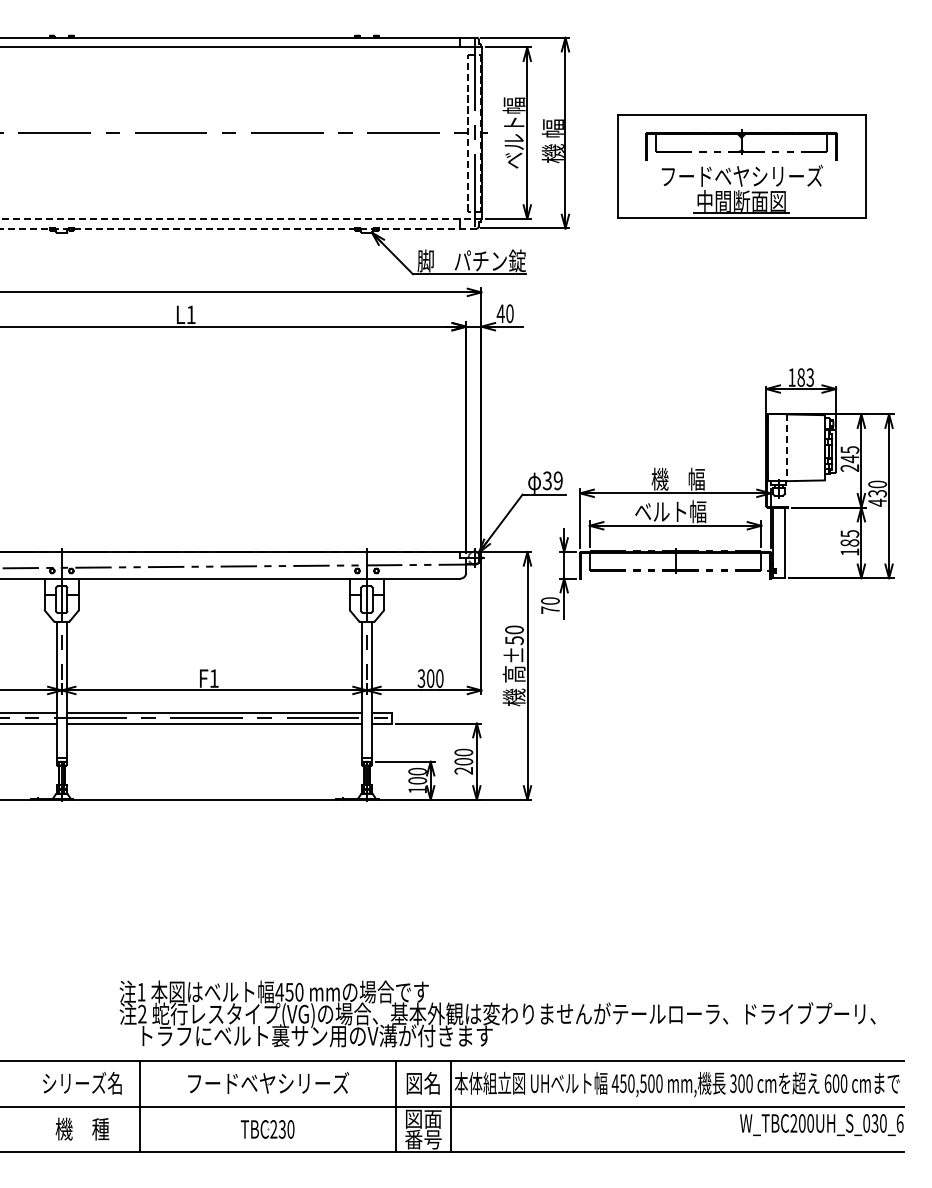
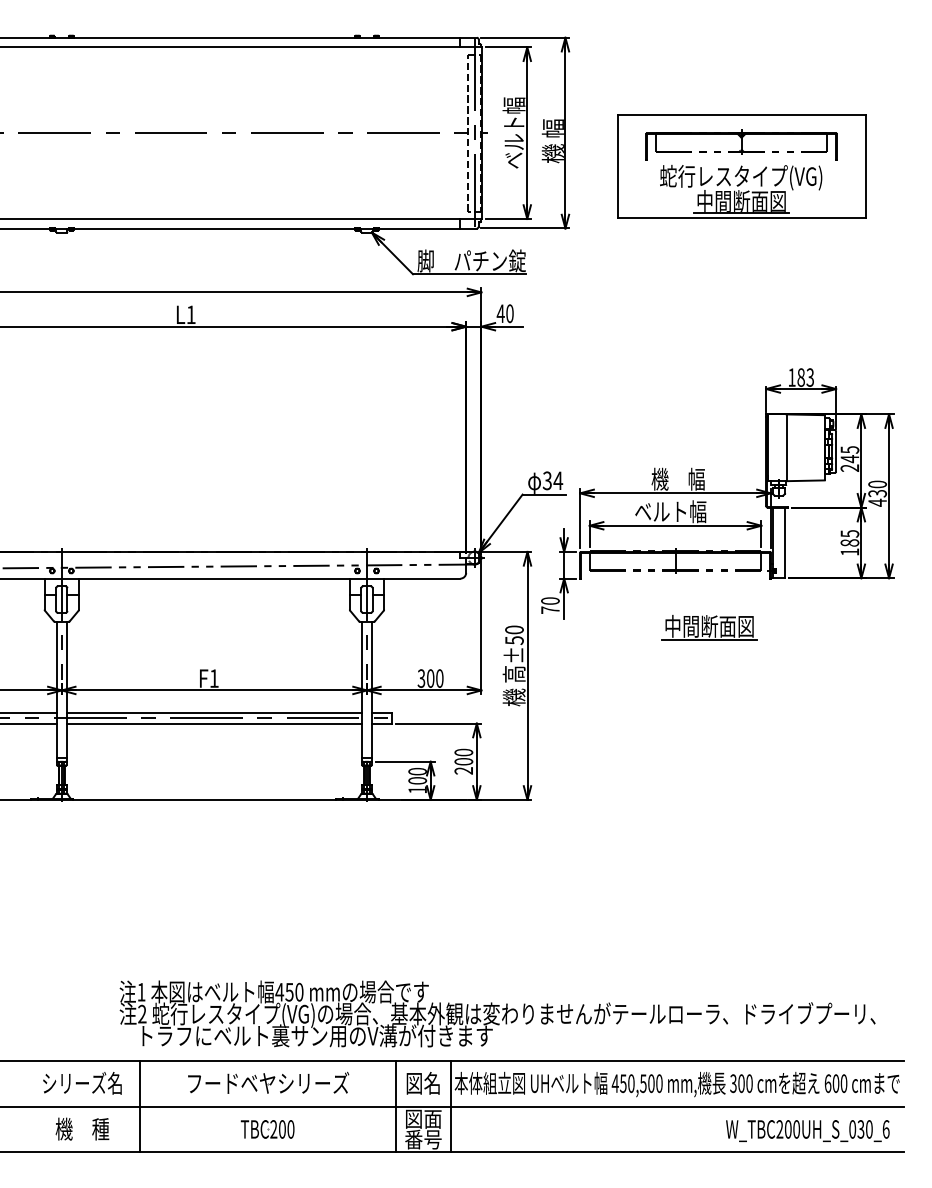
text at (741, 177): フードベヤシリーズ -> 蛇行レスタイプ(VG)
line at (240, 218): dashed -> solid
line at (238, 228): dashed -> solid
line at (786, 448): dashed -> solid
text at (558, 480): 39 -> 34
part at (709, 627): none -> present
text at (821, 1124) position: (821, 1124) -> (807, 1130)
text at (281, 1129): TBC230 -> TBC200
